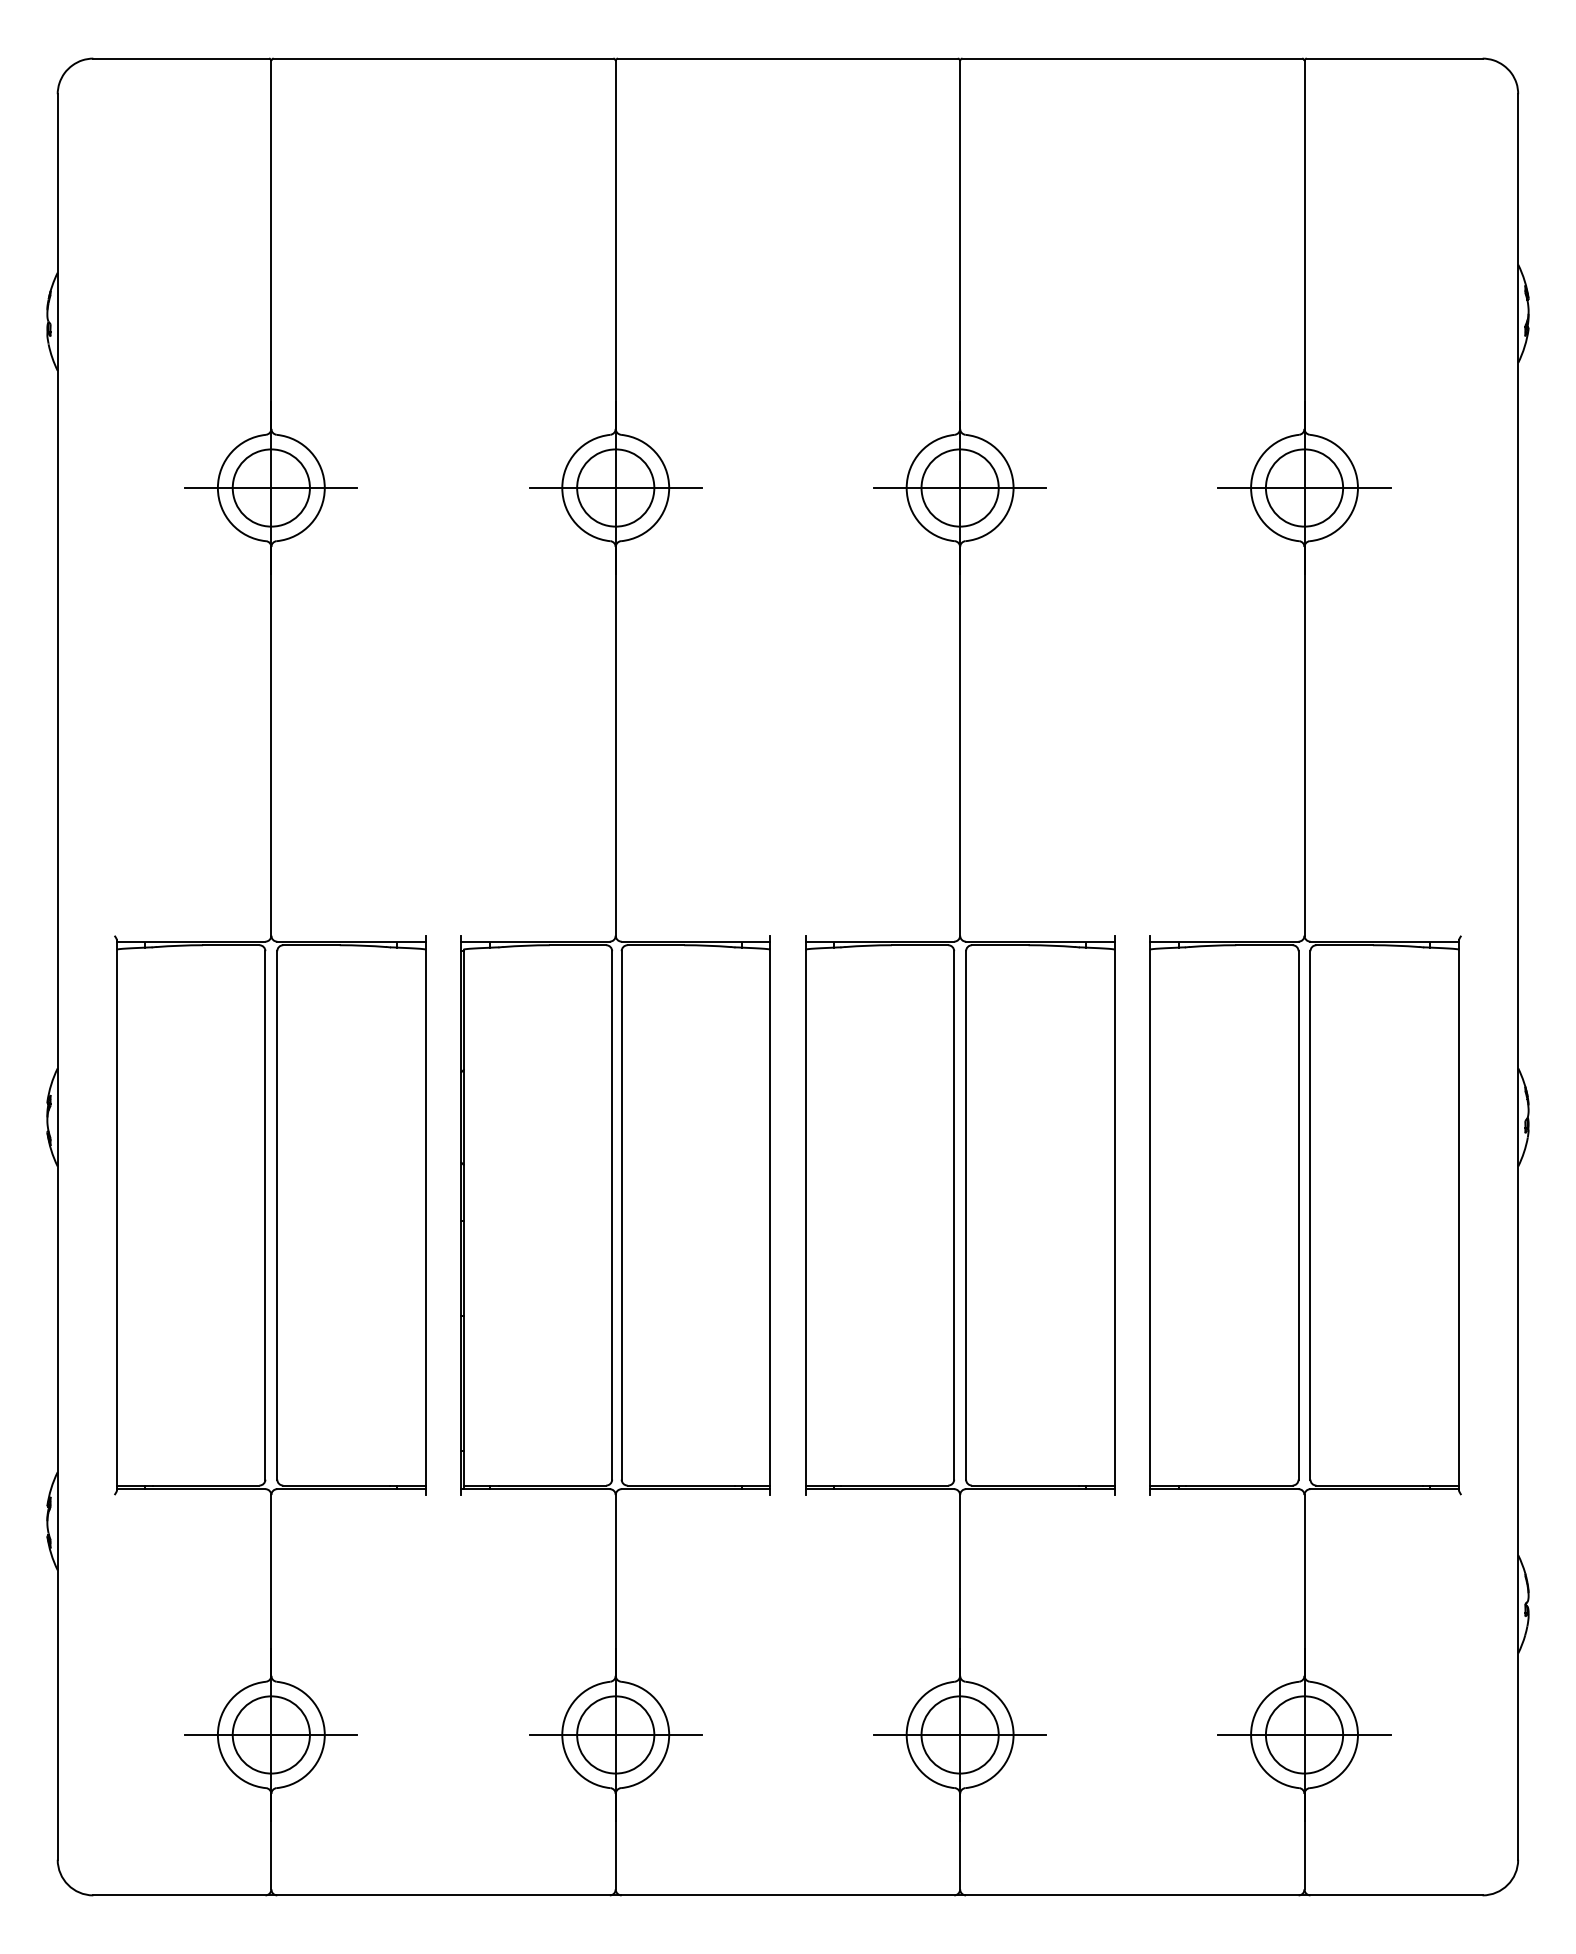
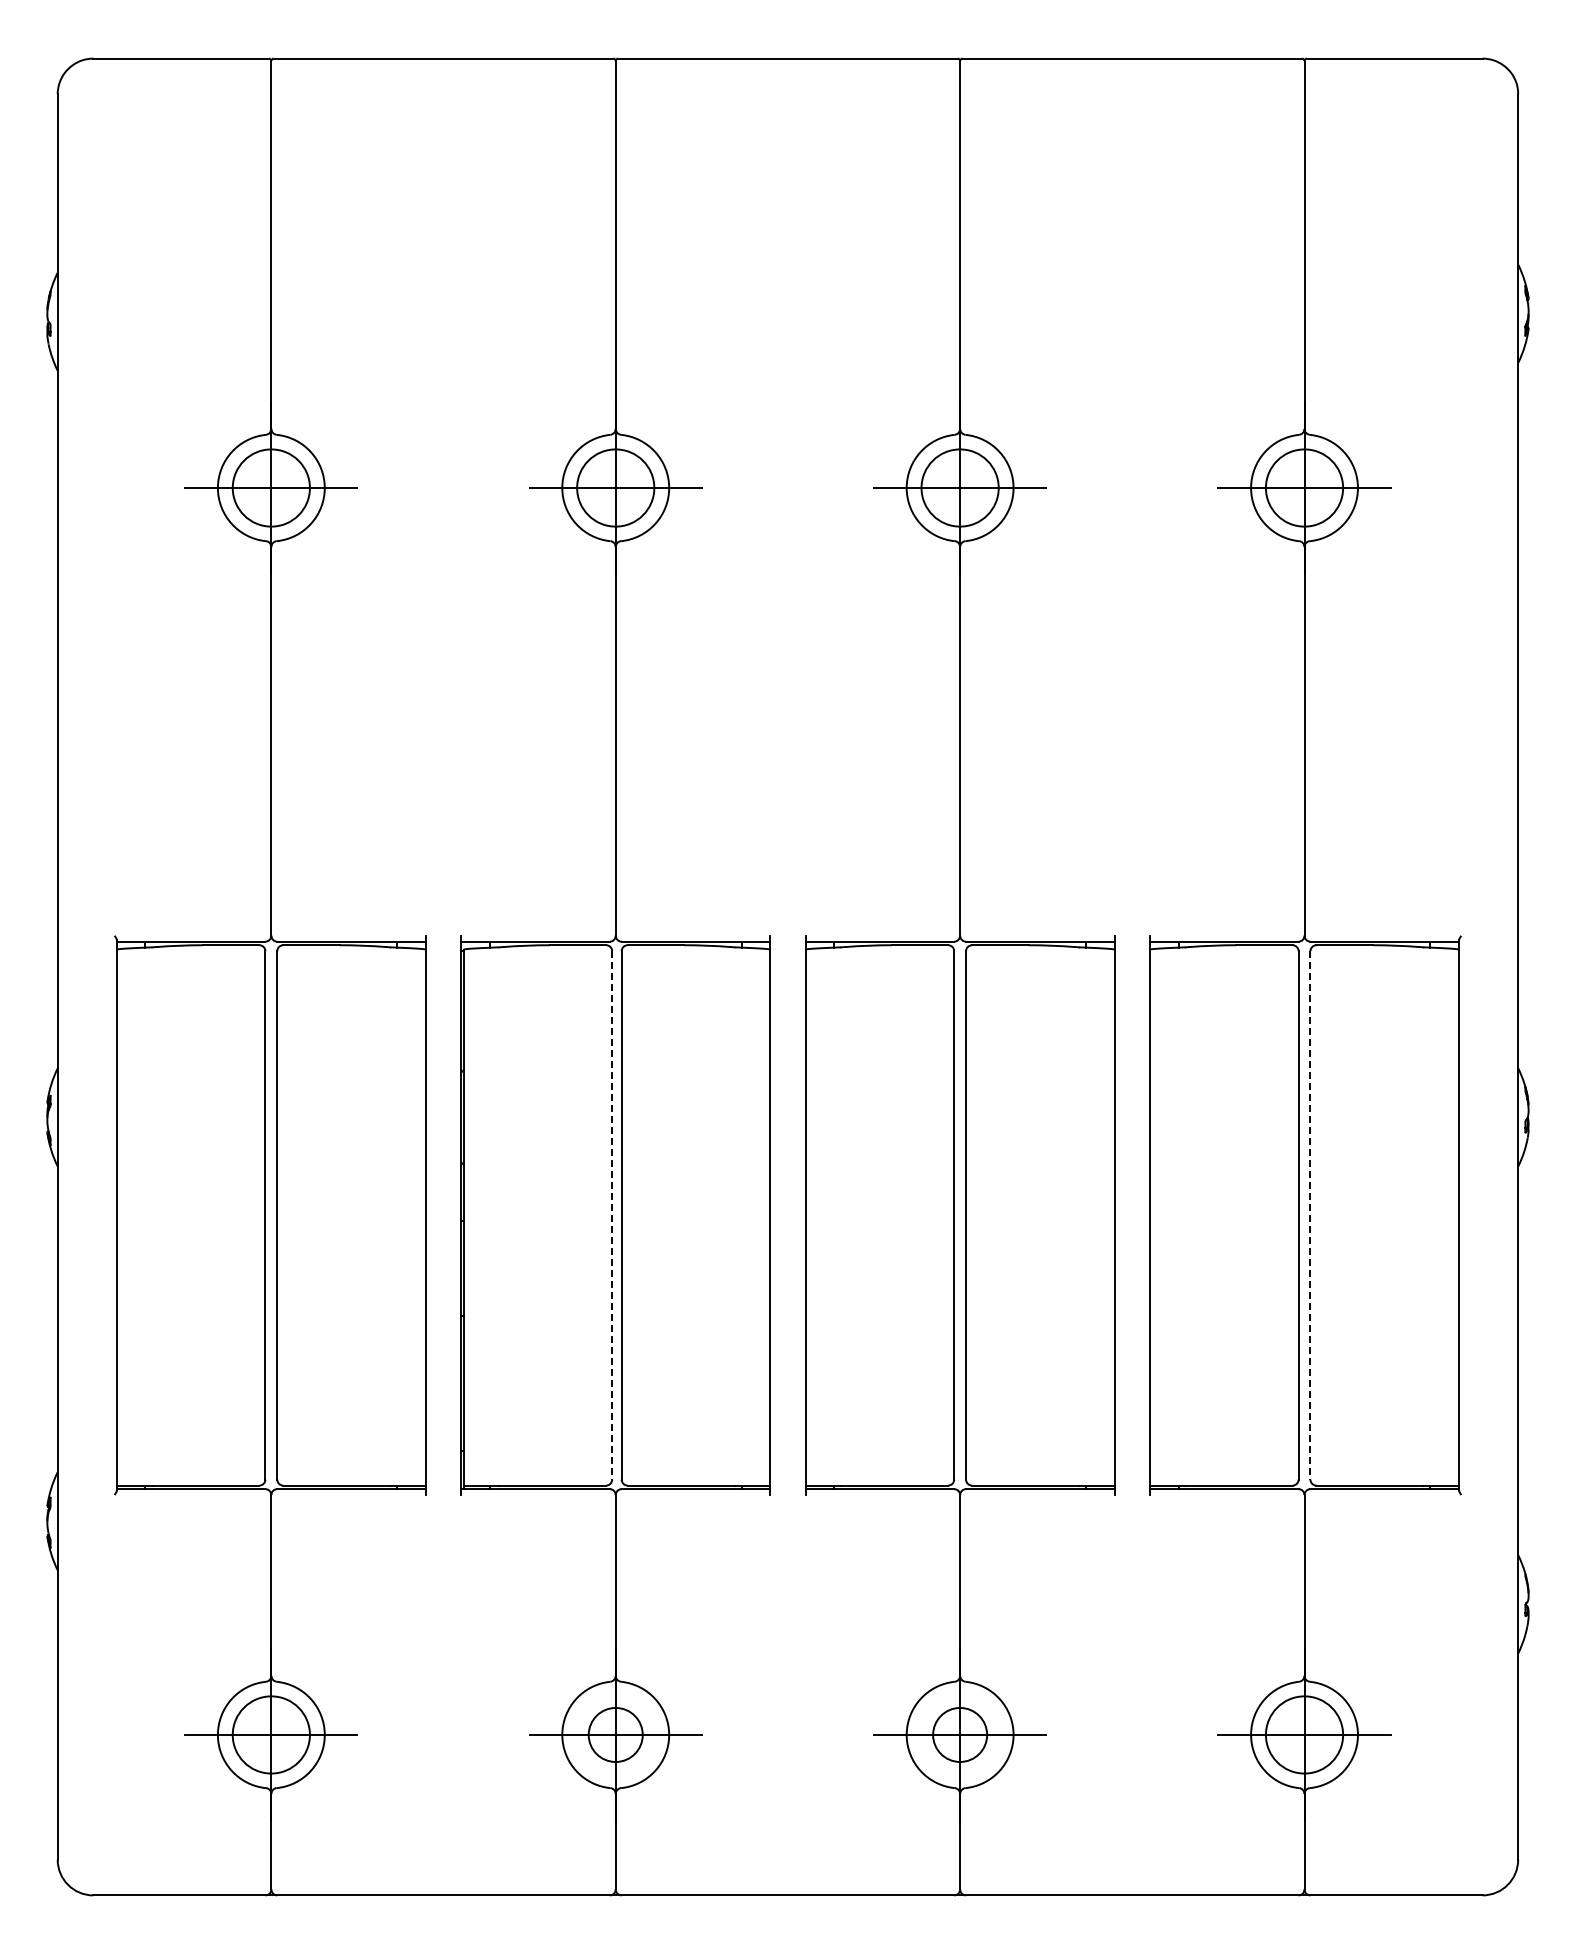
line at (612, 1215): solid -> dashed
line at (1310, 1215): solid -> dashed
circle at (615, 1734) diameter: 77 px -> 54 px
circle at (959, 1734) diameter: 77 px -> 54 px
